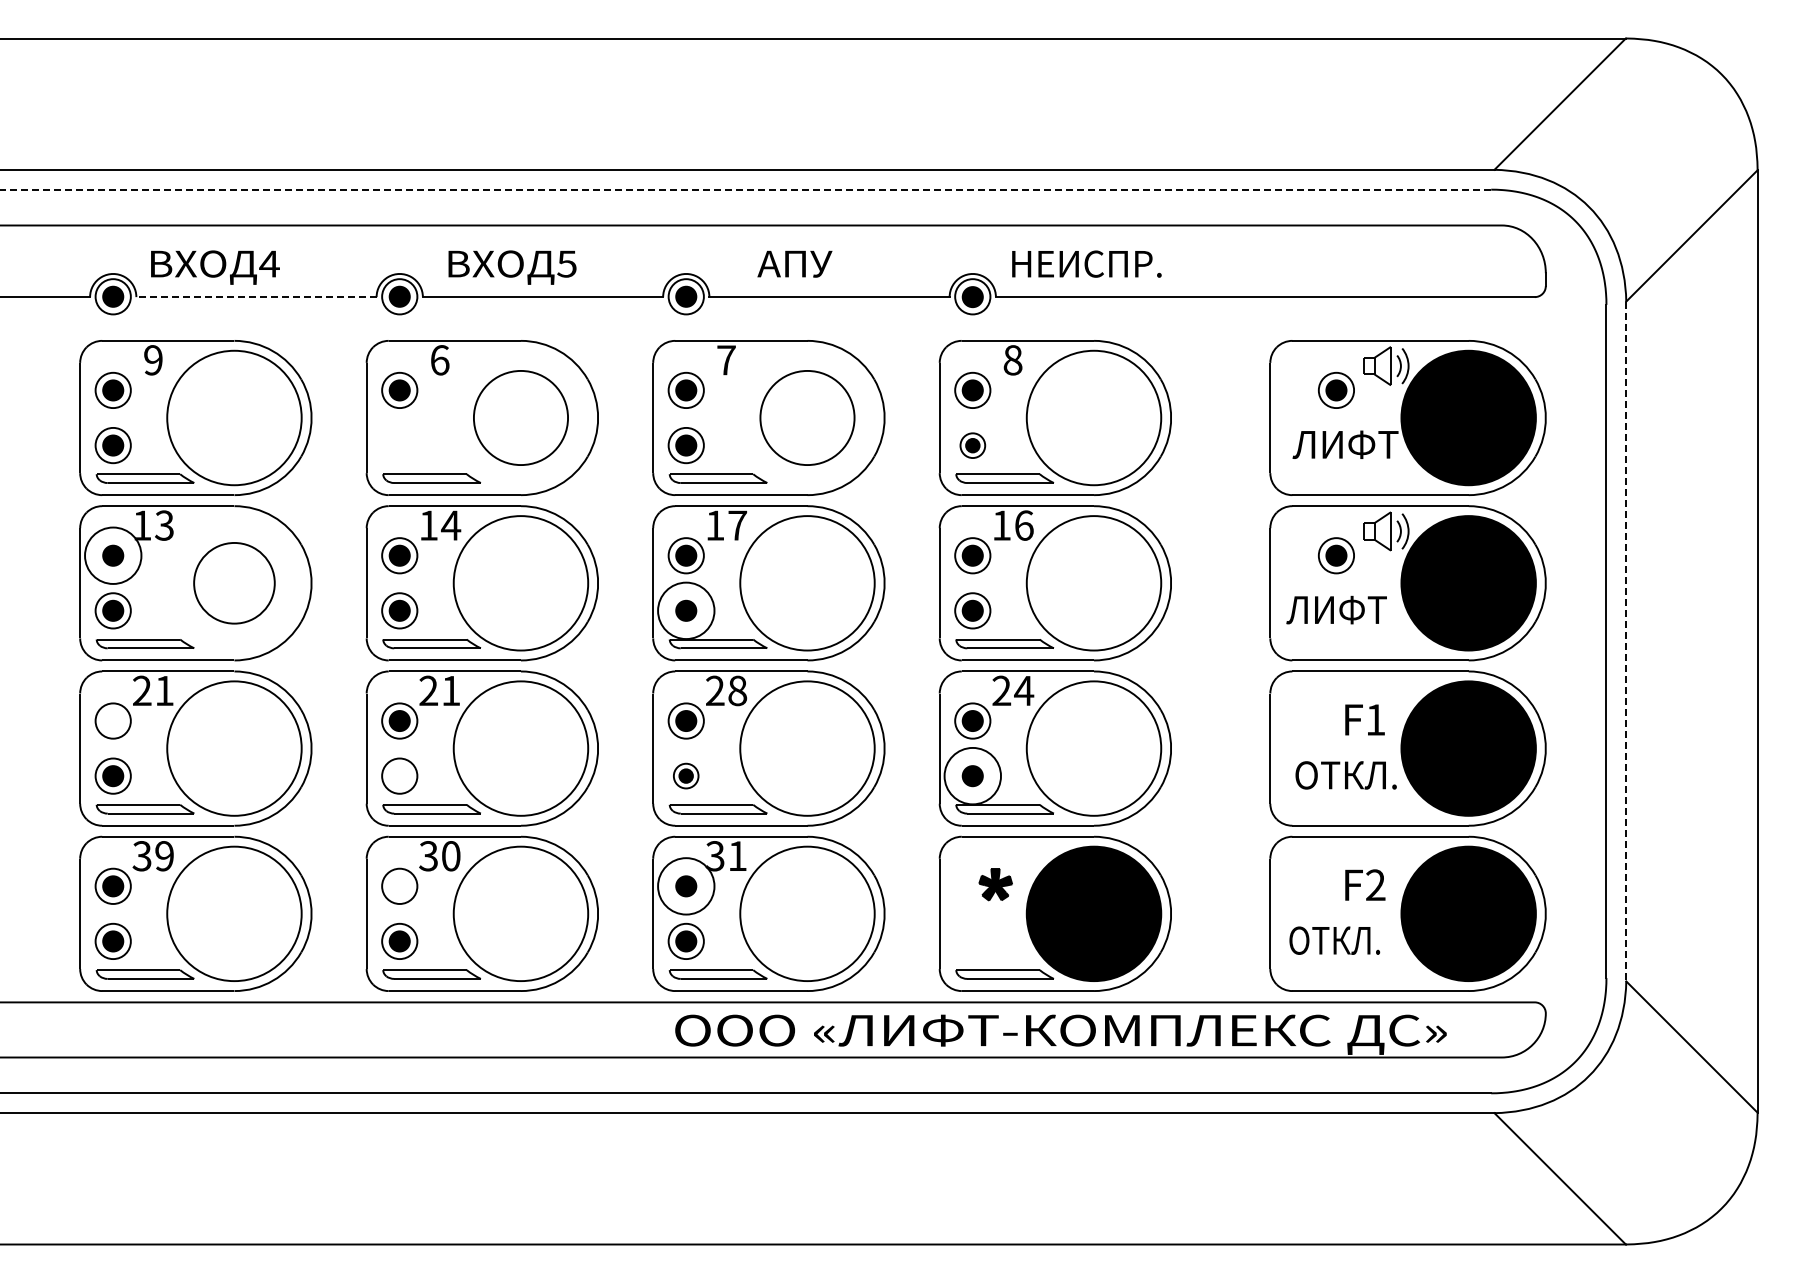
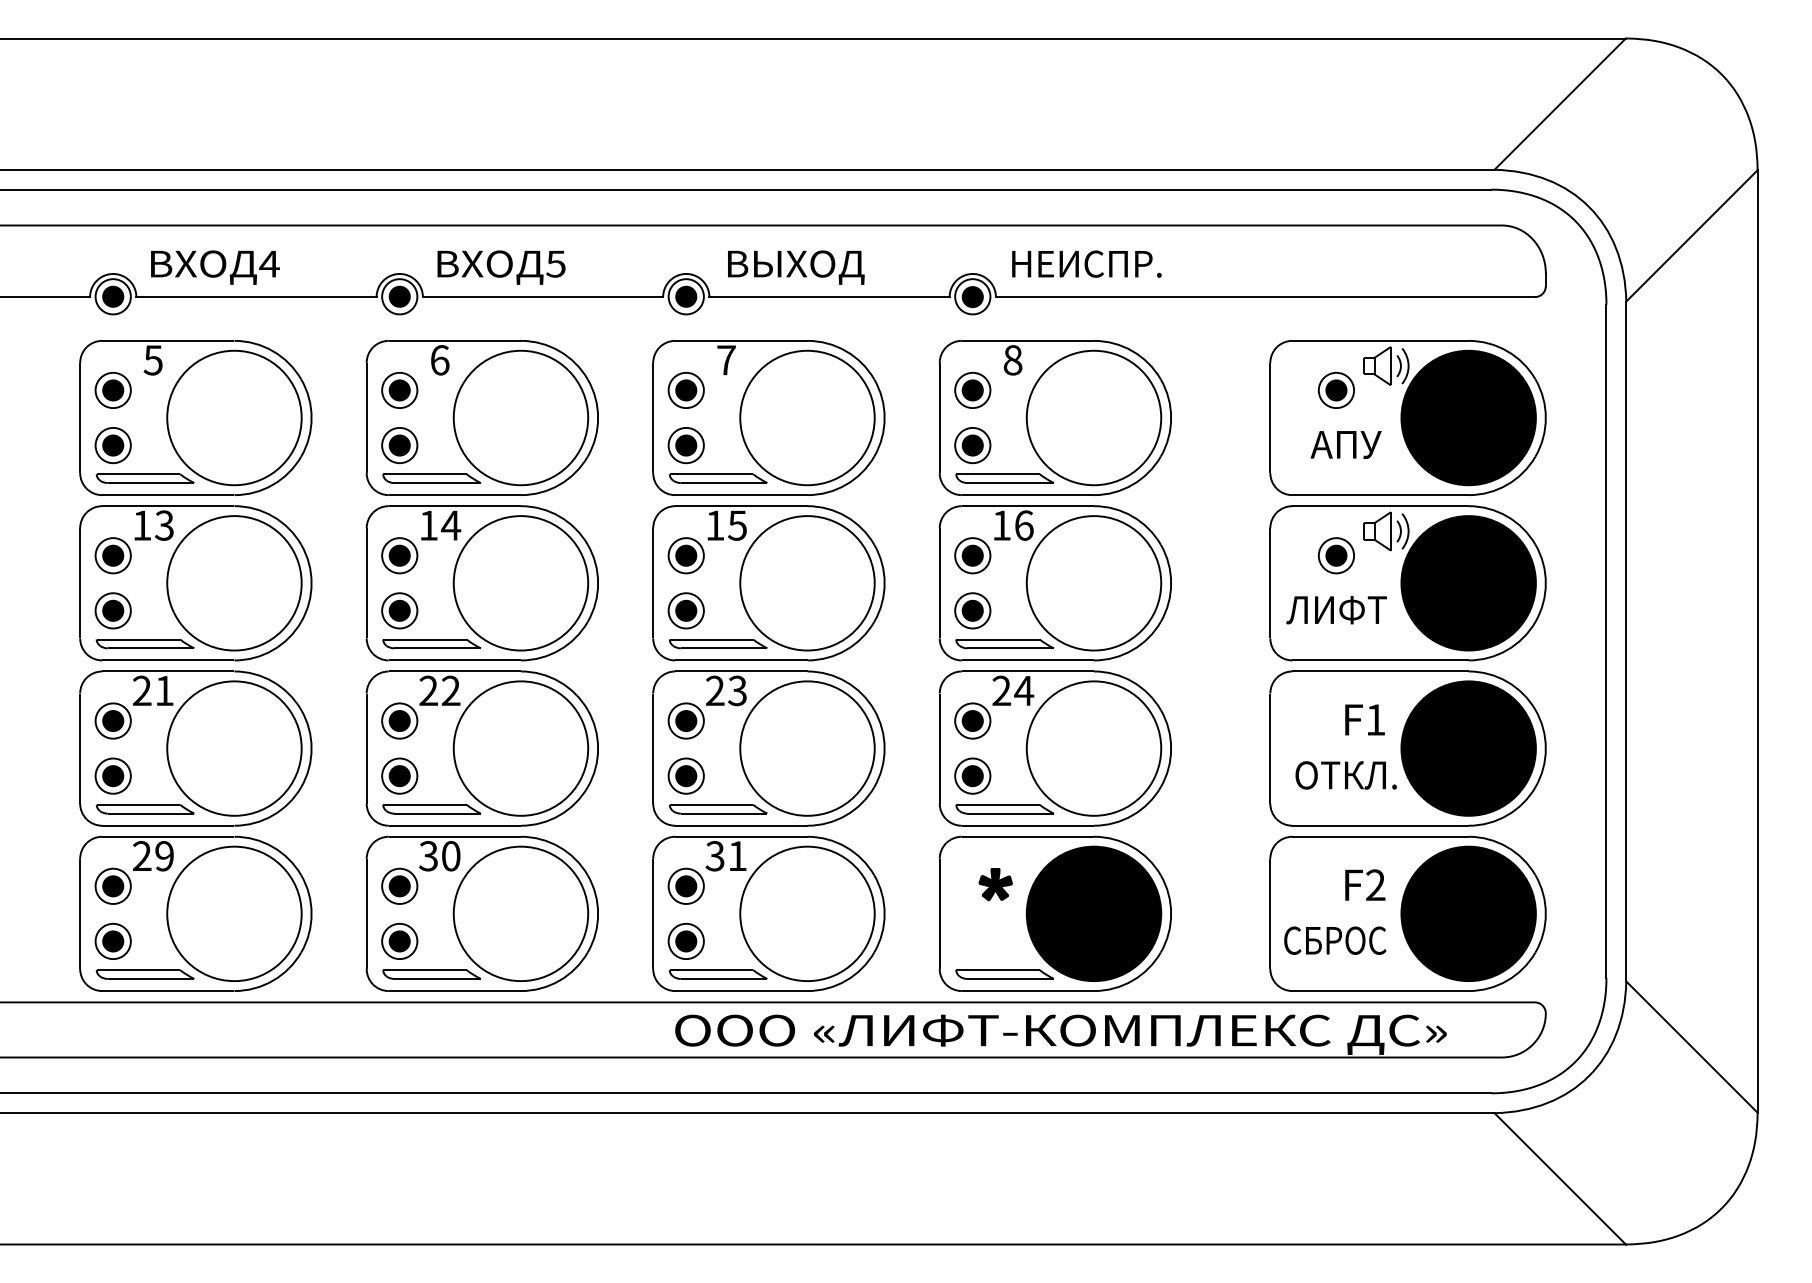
line at (745, 189): dashed -> solid
text at (512, 267) position: (512, 267) -> (501, 267)
text at (796, 267): АПУ -> ВЫХОД
line at (256, 297): dashed -> solid
text at (152, 360): 9 -> 5
circle at (520, 417) diameter: 94 px -> 134 px
circle at (807, 417) diameter: 94 px -> 134 px
text at (1345, 444): ЛИФТ -> АПУ
part at (399, 445): none -> present
part at (972, 445) size: 28x27 px -> 38x38 px
text at (737, 525): 17 -> 15
circle at (113, 555) diameter: 56 px -> 35 px
circle at (234, 582) diameter: 81 px -> 134 px
circle at (686, 610) diameter: 56 px -> 35 px
line at (1626, 641): dashed -> solid
text at (450, 690): 21 -> 22
text at (737, 690): 28 -> 23
fill at (113, 721): none -> present
part at (686, 775) size: 27x28 px -> 38x38 px
circle at (972, 775) diameter: 56 px -> 35 px
fill at (399, 776): none -> present
text at (141, 856): 39 -> 29
fill at (399, 886): none -> present
circle at (686, 886) diameter: 56 px -> 35 px
text at (1335, 940): ОТКЛ. -> СБРОС
